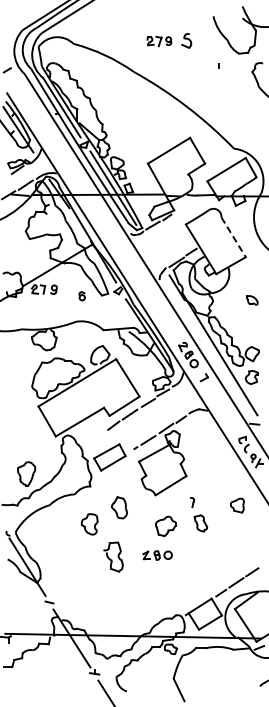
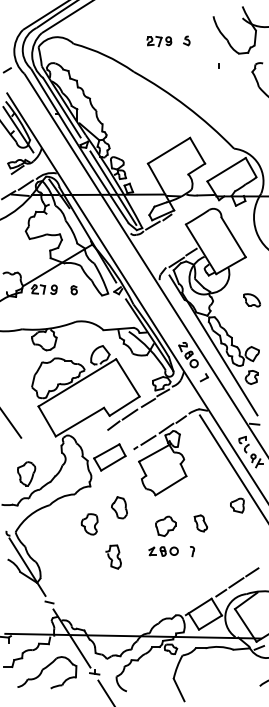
part at (186, 40) size: 12x16 px -> 8x12 px
line at (233, 237): dashed -> solid
part at (81, 296) position: (81, 296) -> (73, 290)
part at (252, 300) size: 13x11 px -> 19x15 px
line at (11, 424): none -> present
line at (232, 466): none -> present
part at (192, 502) position: (192, 502) -> (192, 551)
part at (157, 555) position: (157, 555) -> (163, 551)
part at (113, 556) size: 21x32 px -> 17x26 px
part at (47, 672): none -> present
